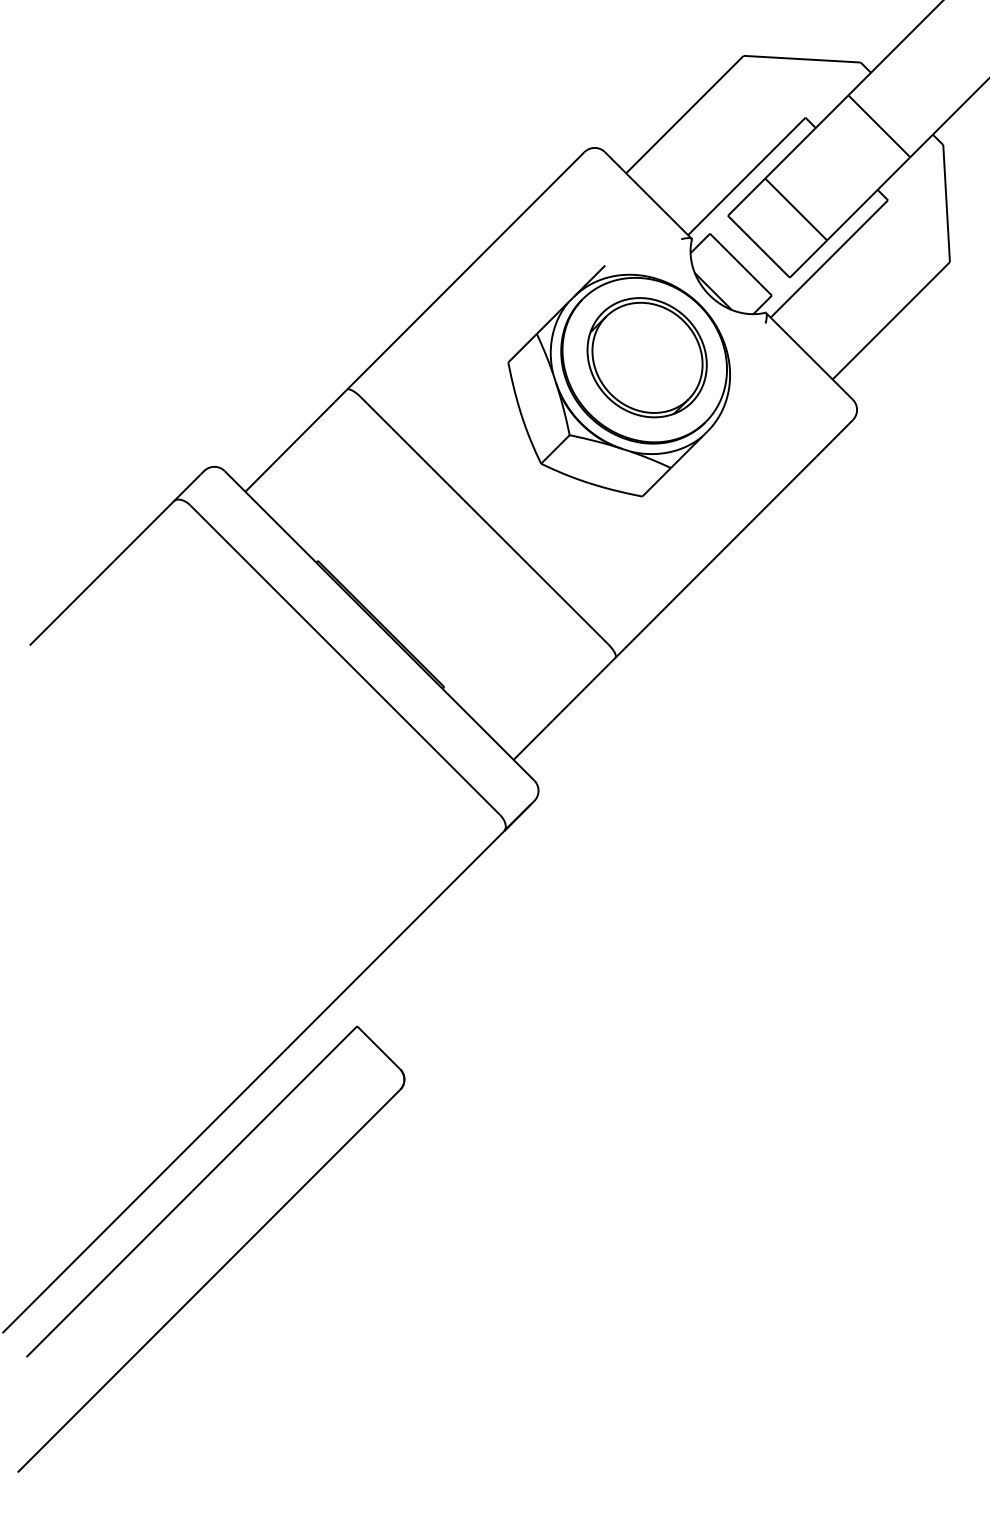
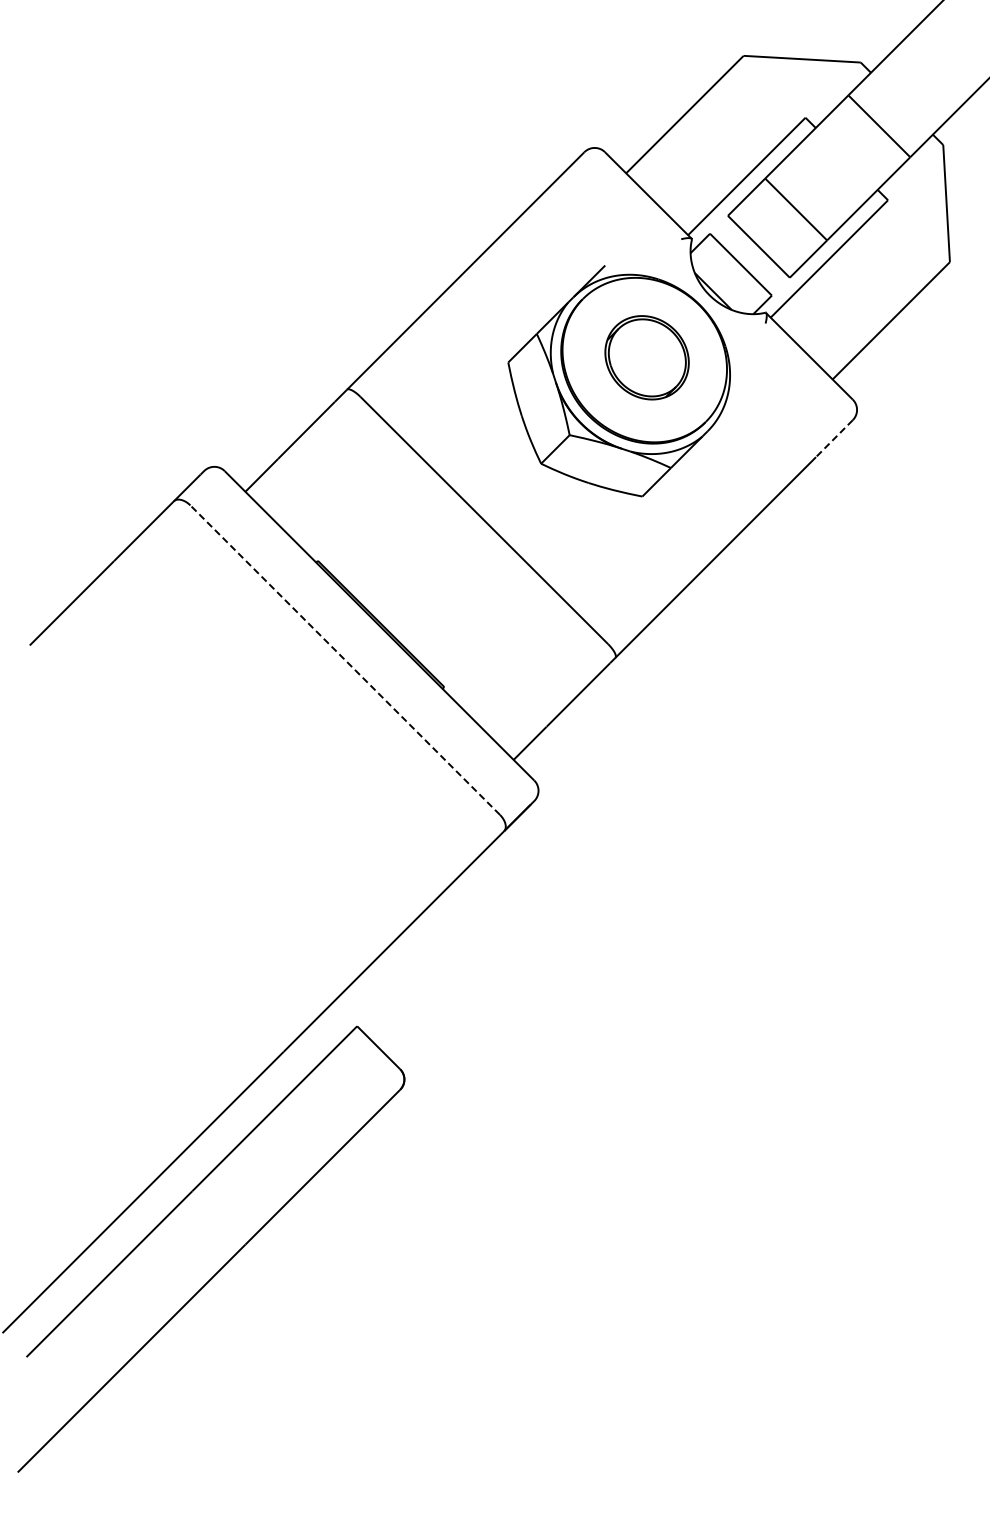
part at (646, 357) size: 122x122 px -> 86x86 px
line at (834, 439): solid -> dashed
line at (345, 660): solid -> dashed
